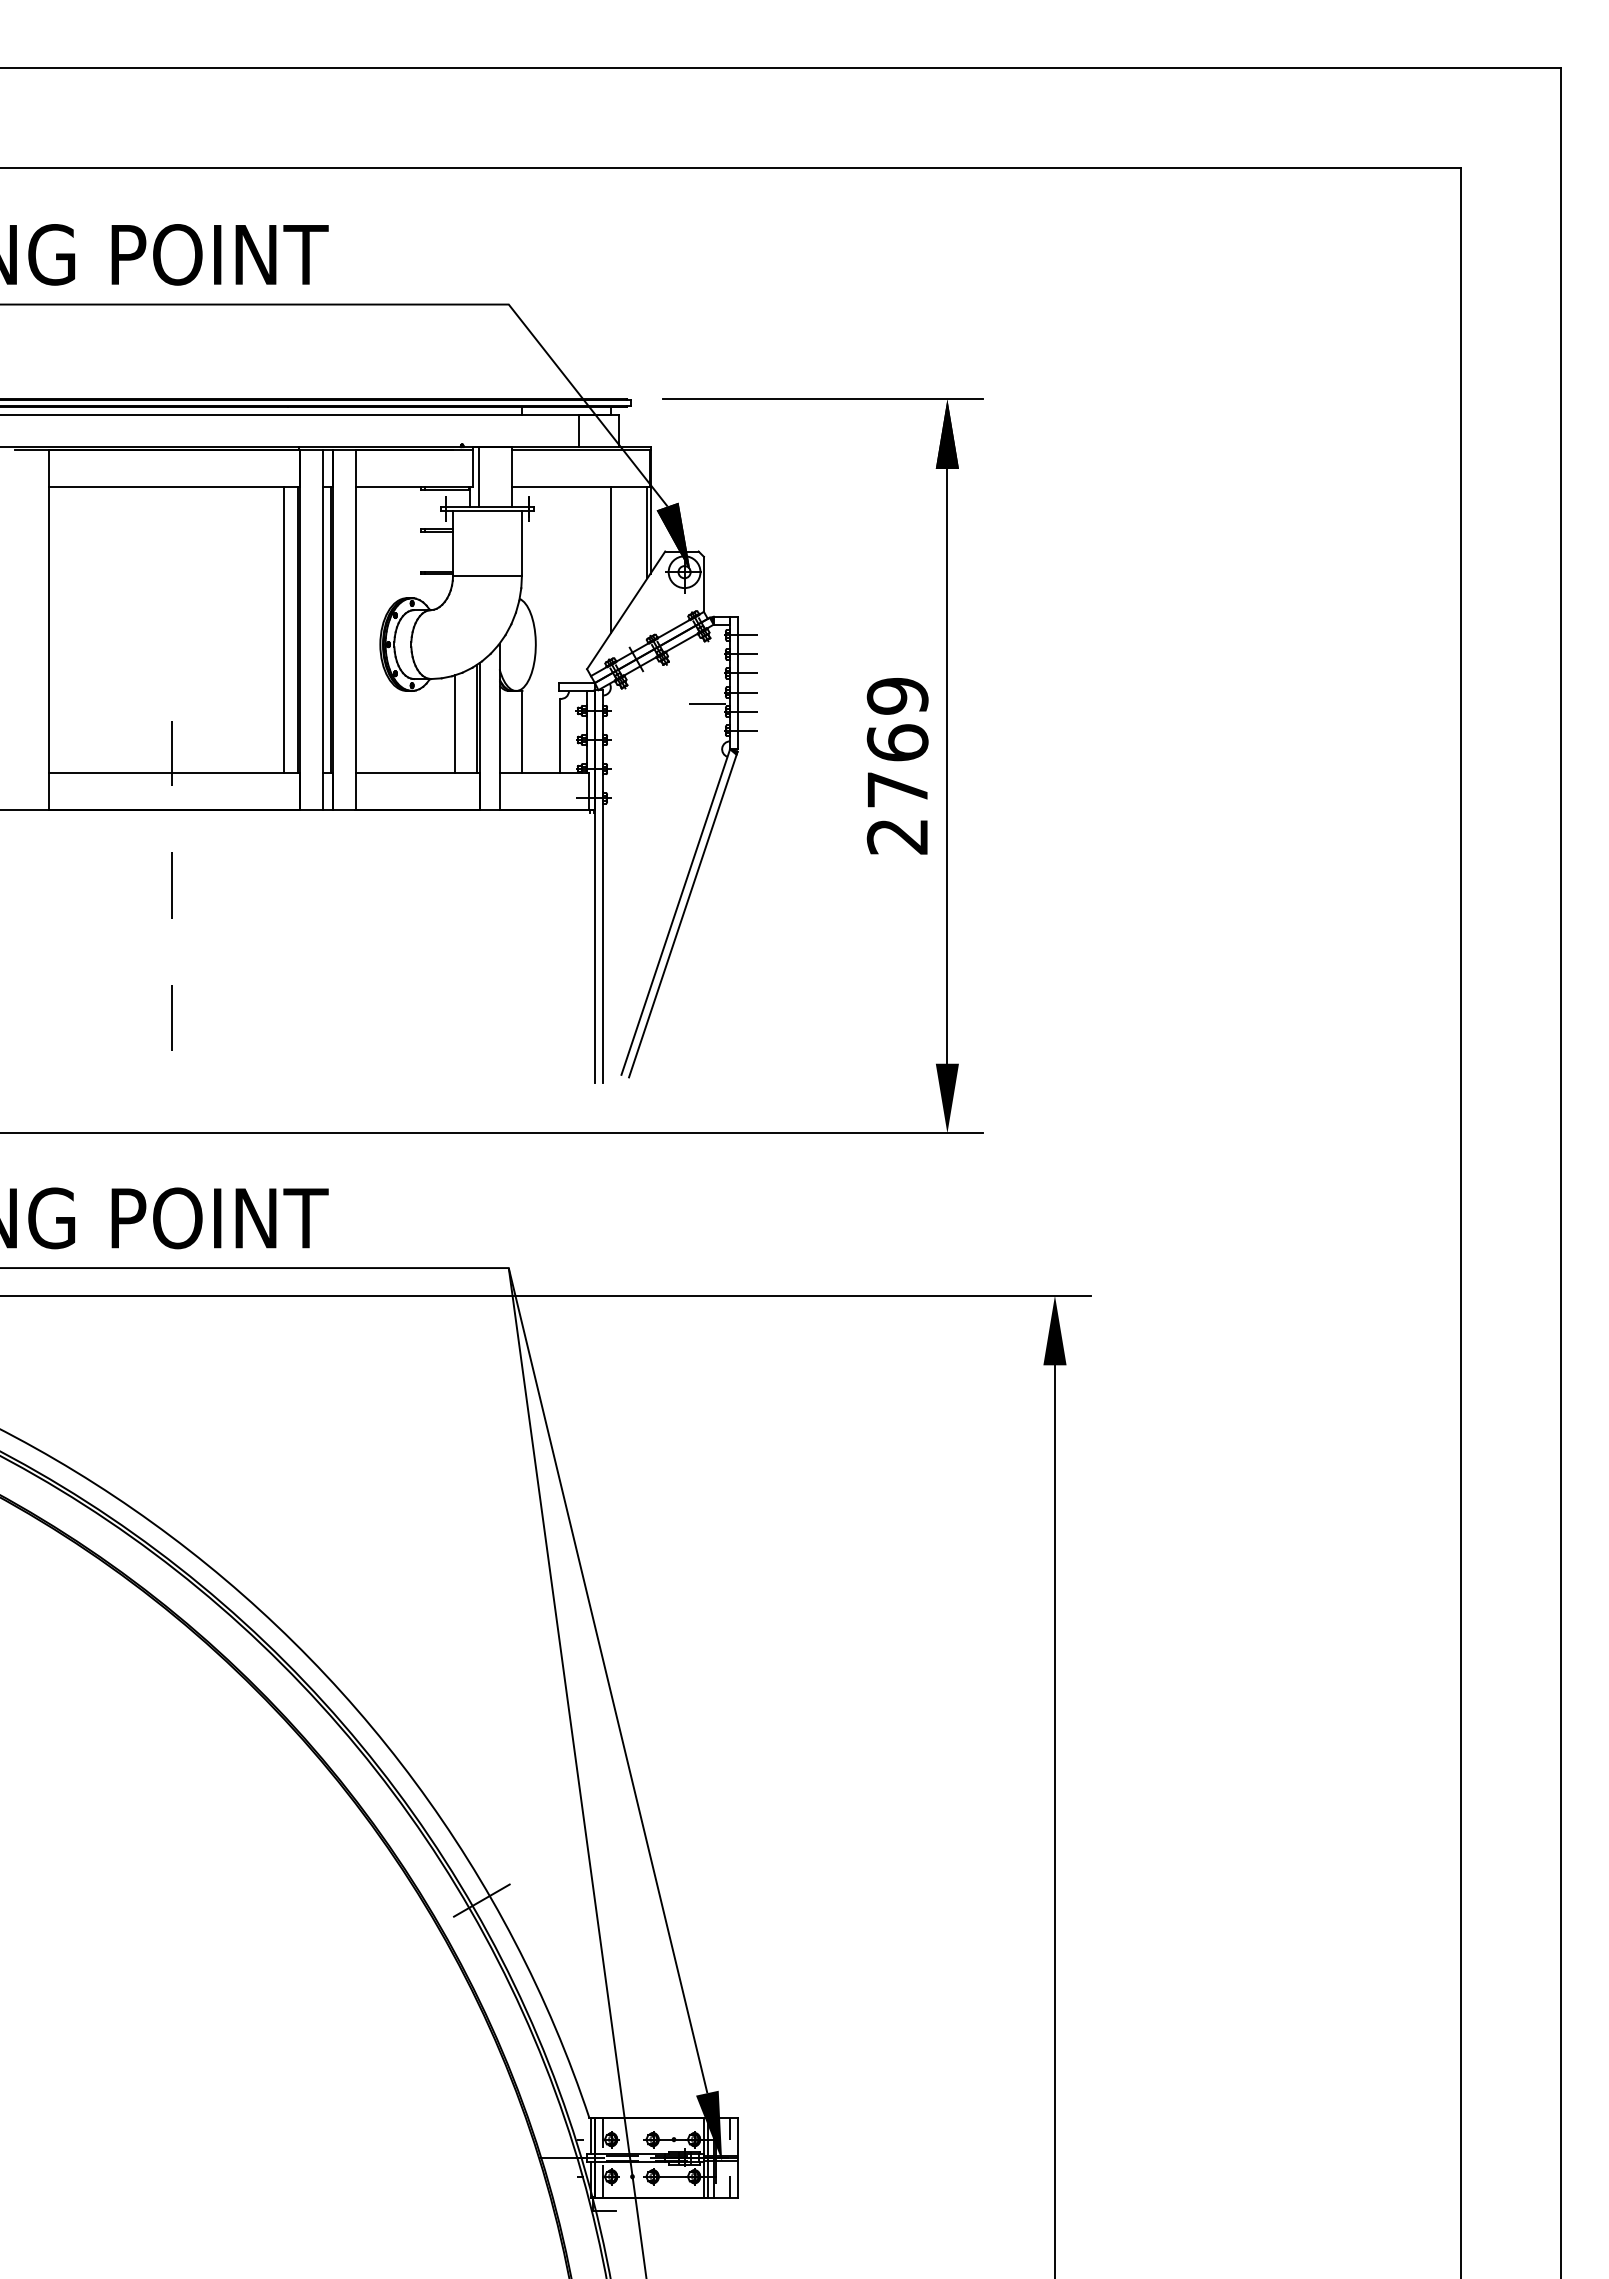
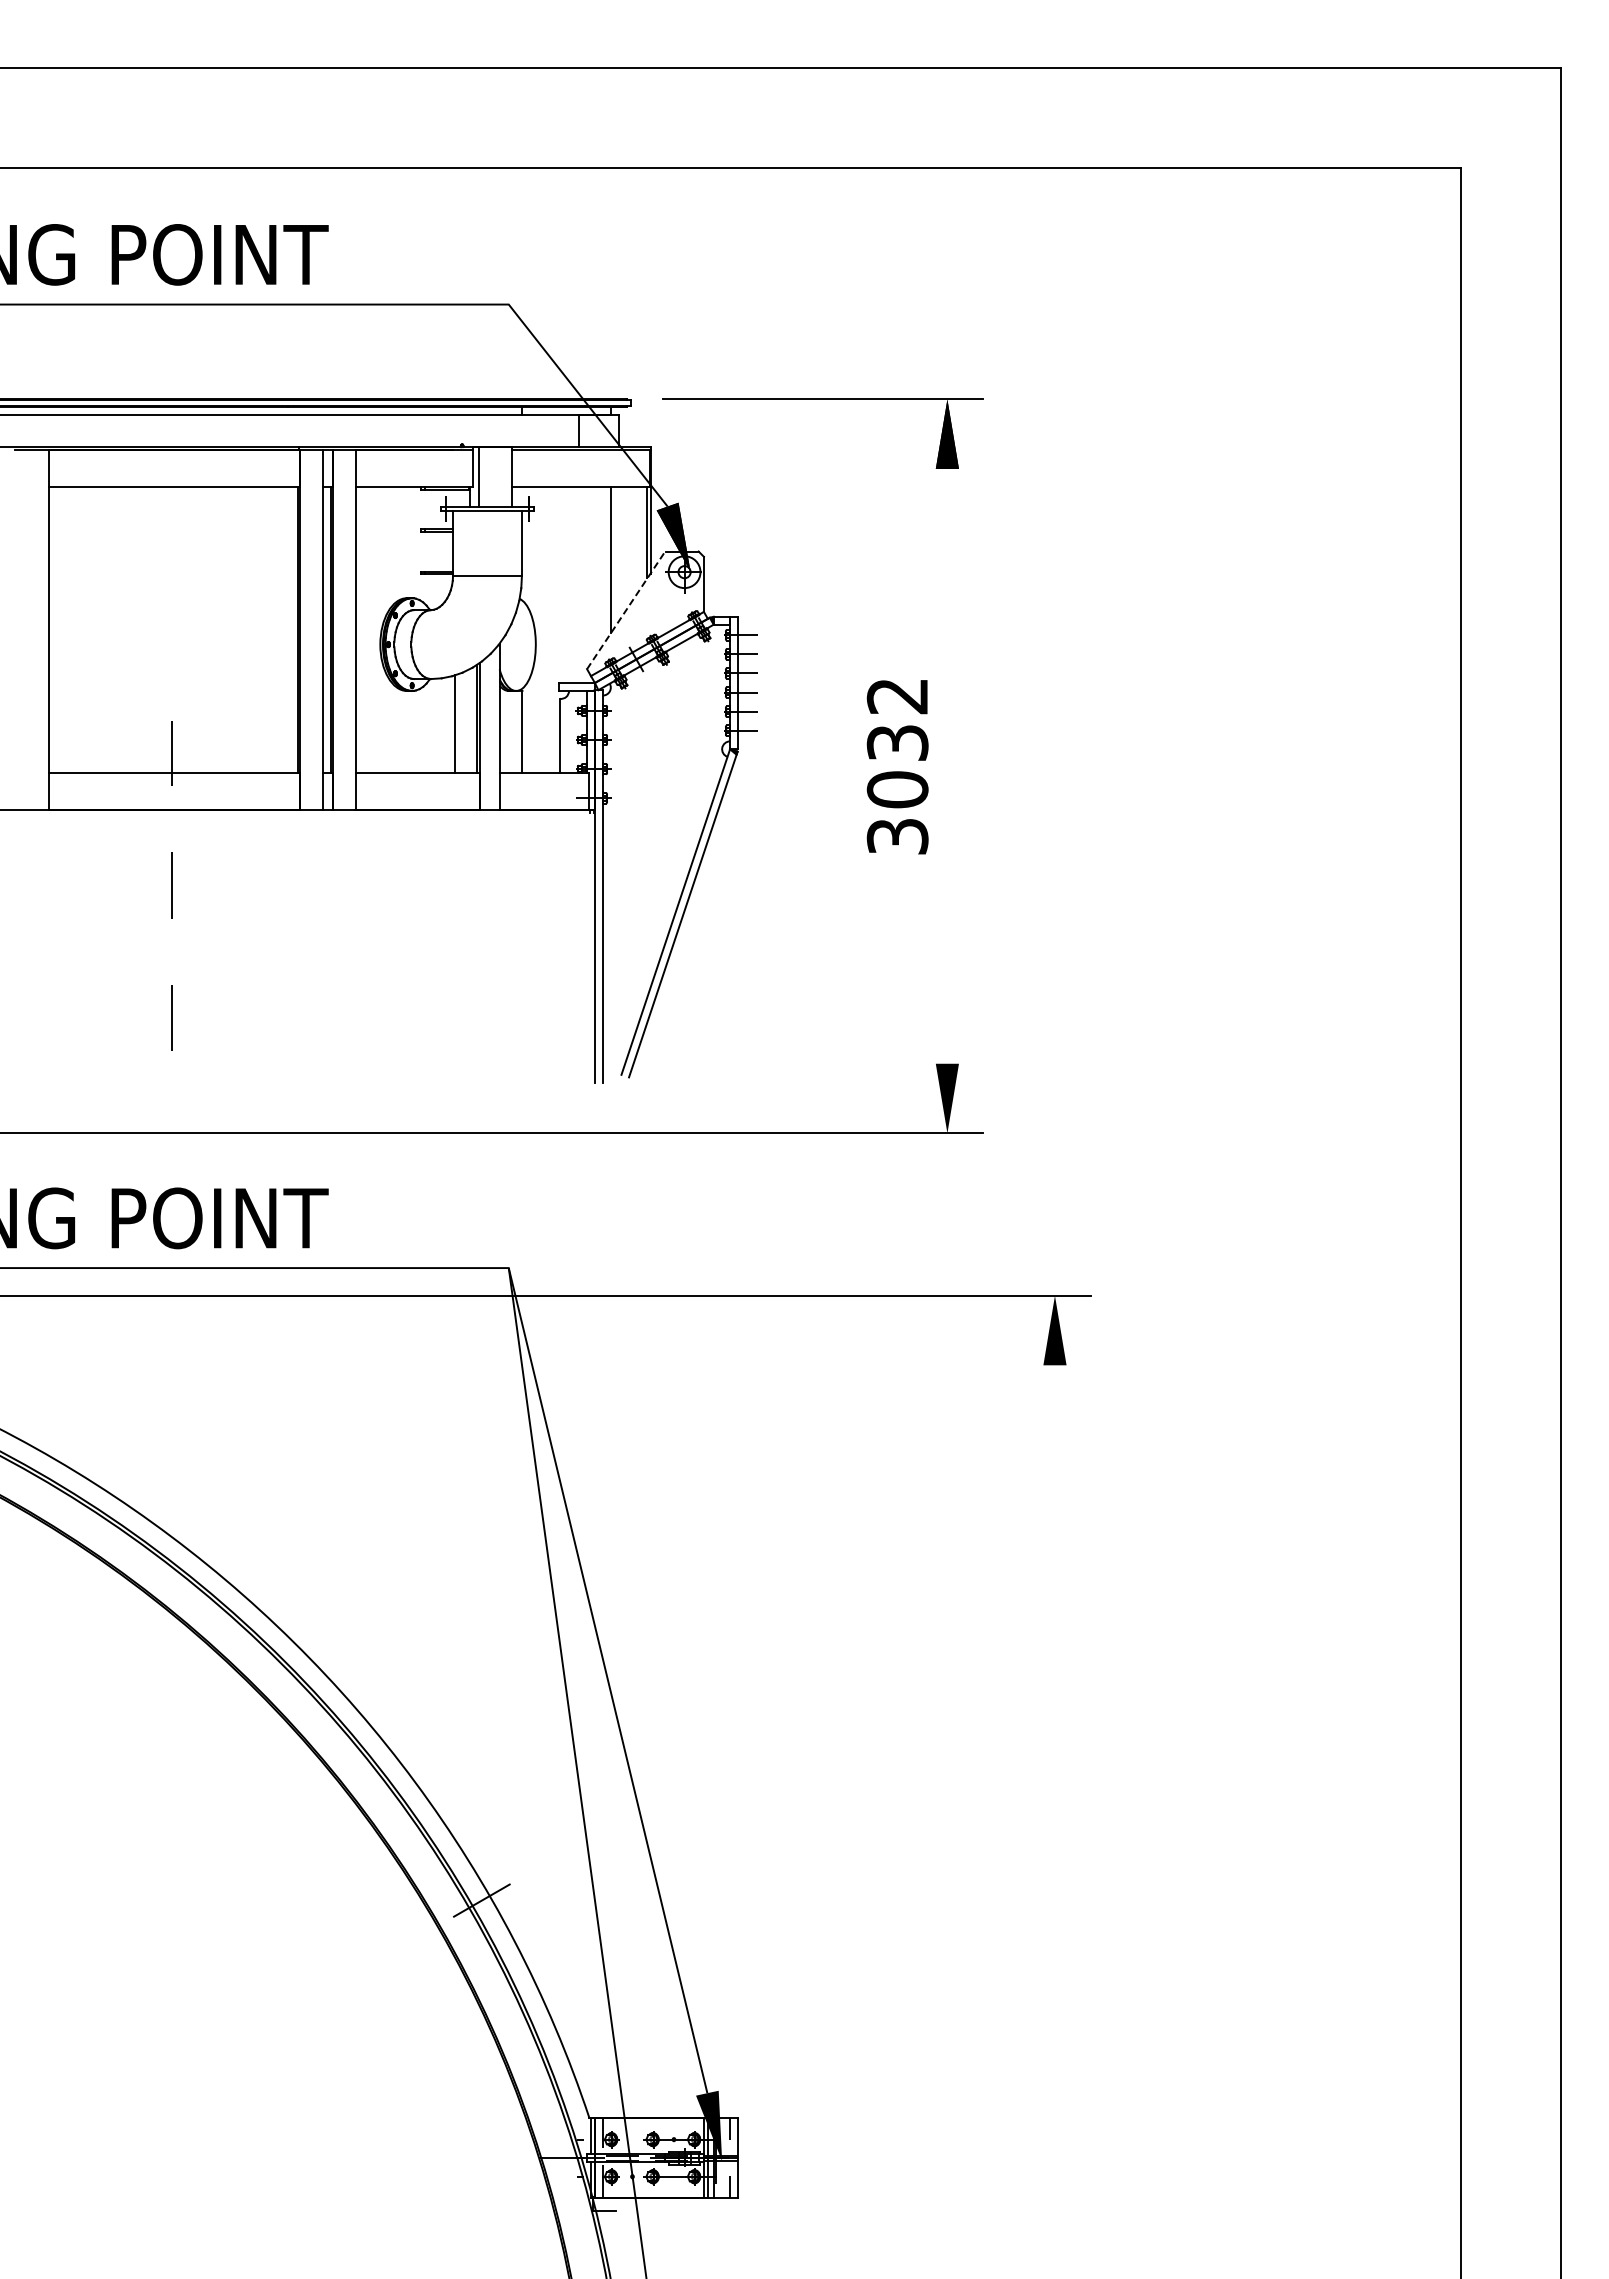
line at (626, 610): solid -> dashed
line at (284, 630): present -> none
line at (707, 703): present -> none
text at (897, 766): 2769 -> 3032
line at (947, 766): present -> none
line at (1054, 1820): present -> none
